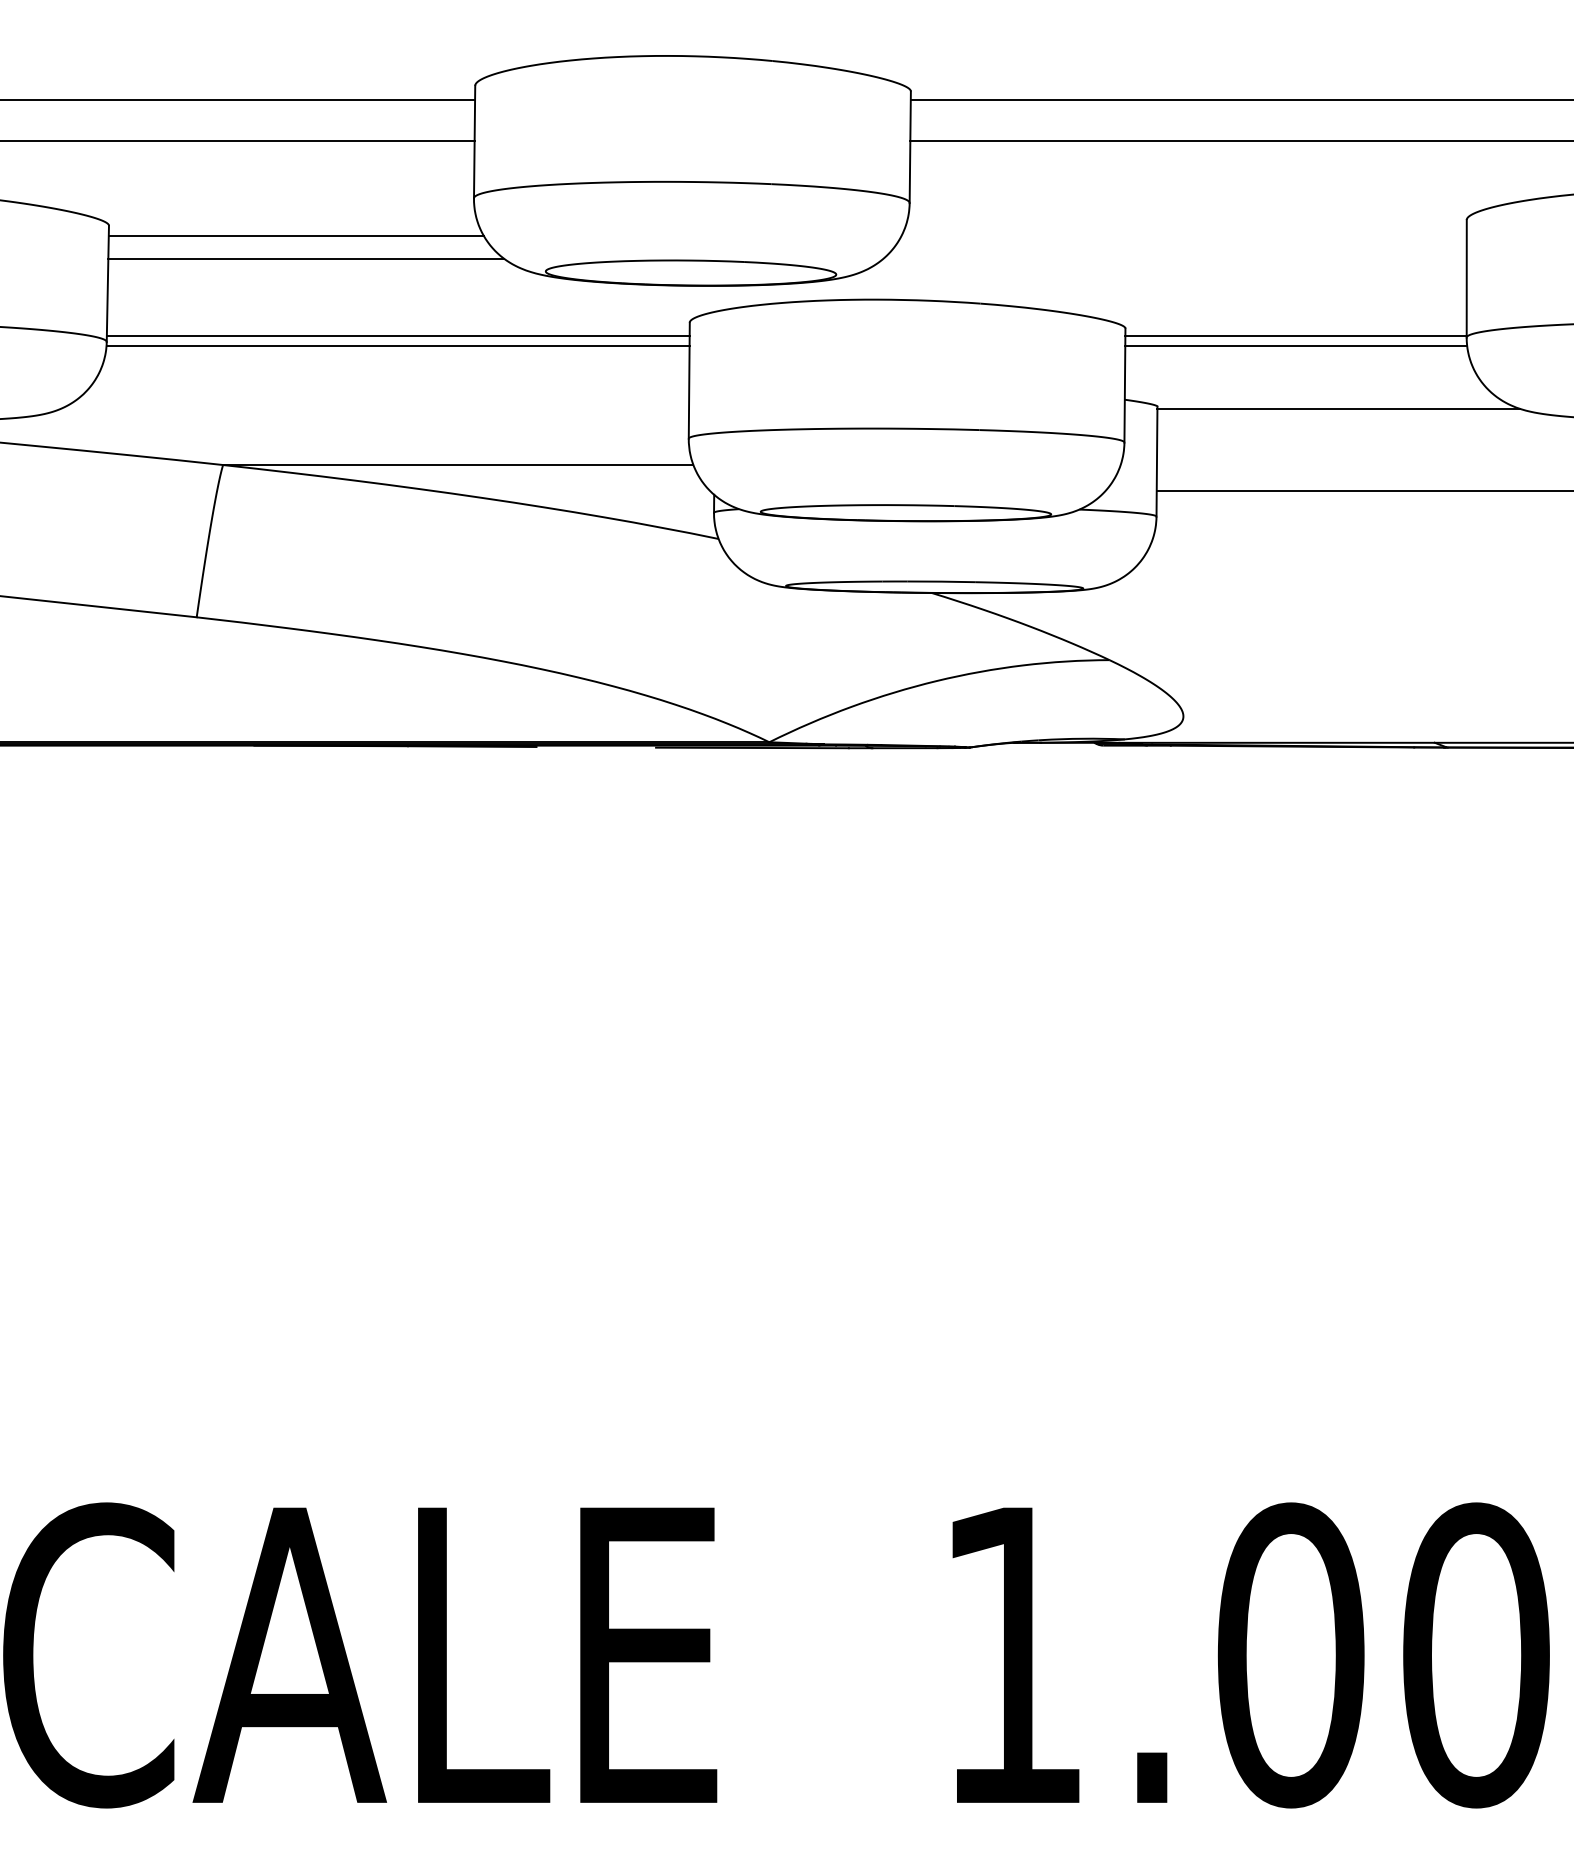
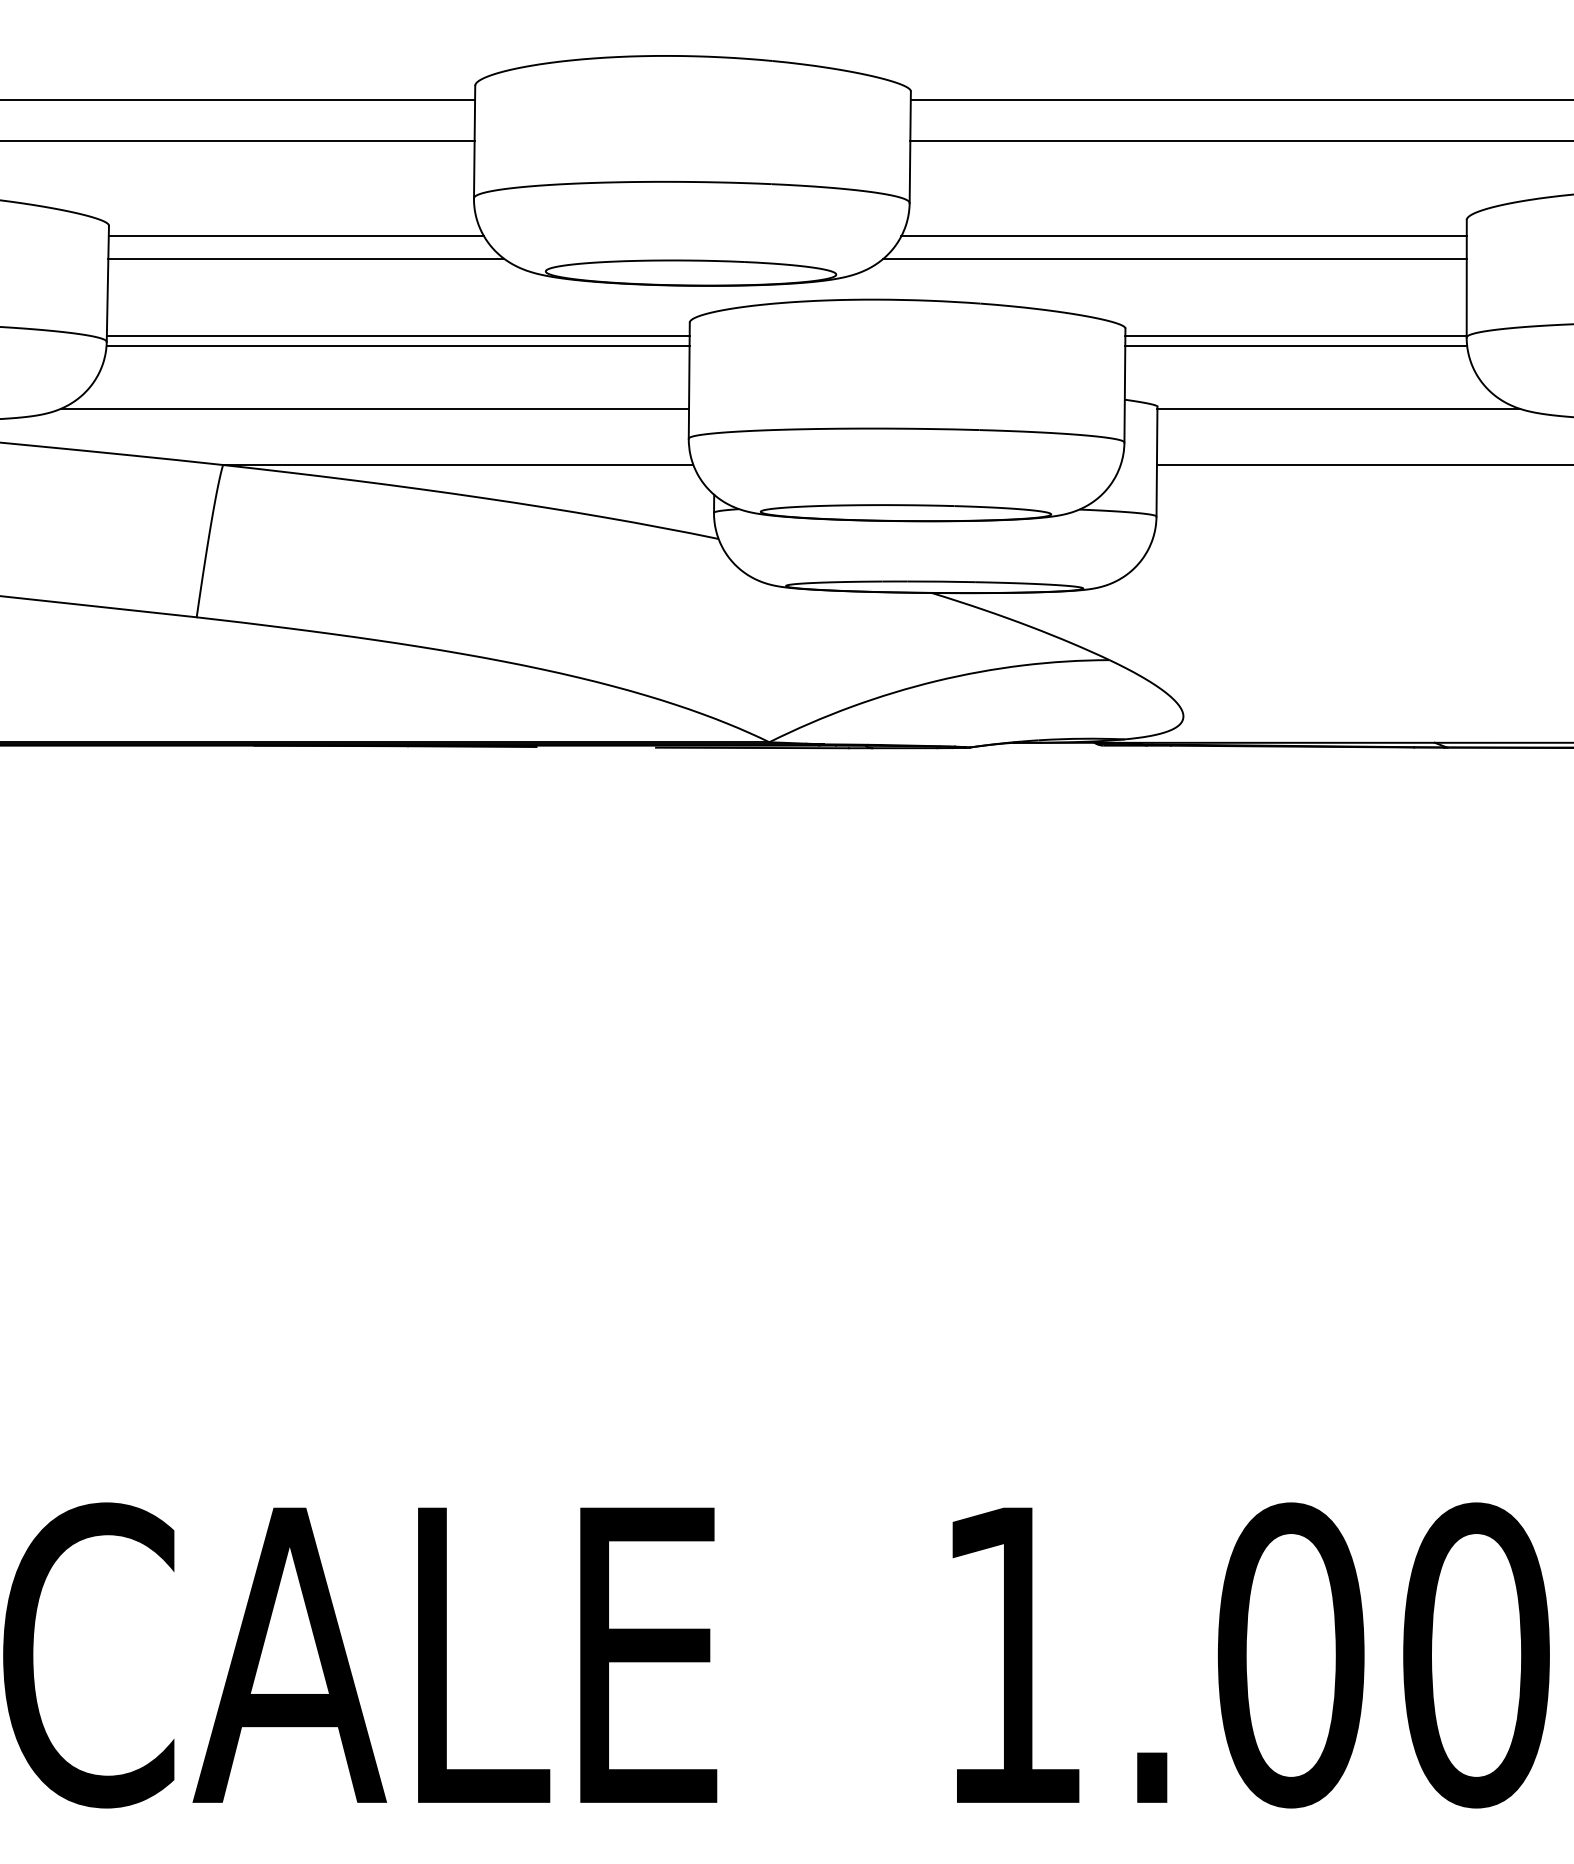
line at (1183, 236): none -> present
line at (1174, 258): none -> present
line at (375, 408): none -> present
line at (1363, 491) position: (1363, 491) -> (1363, 465)
